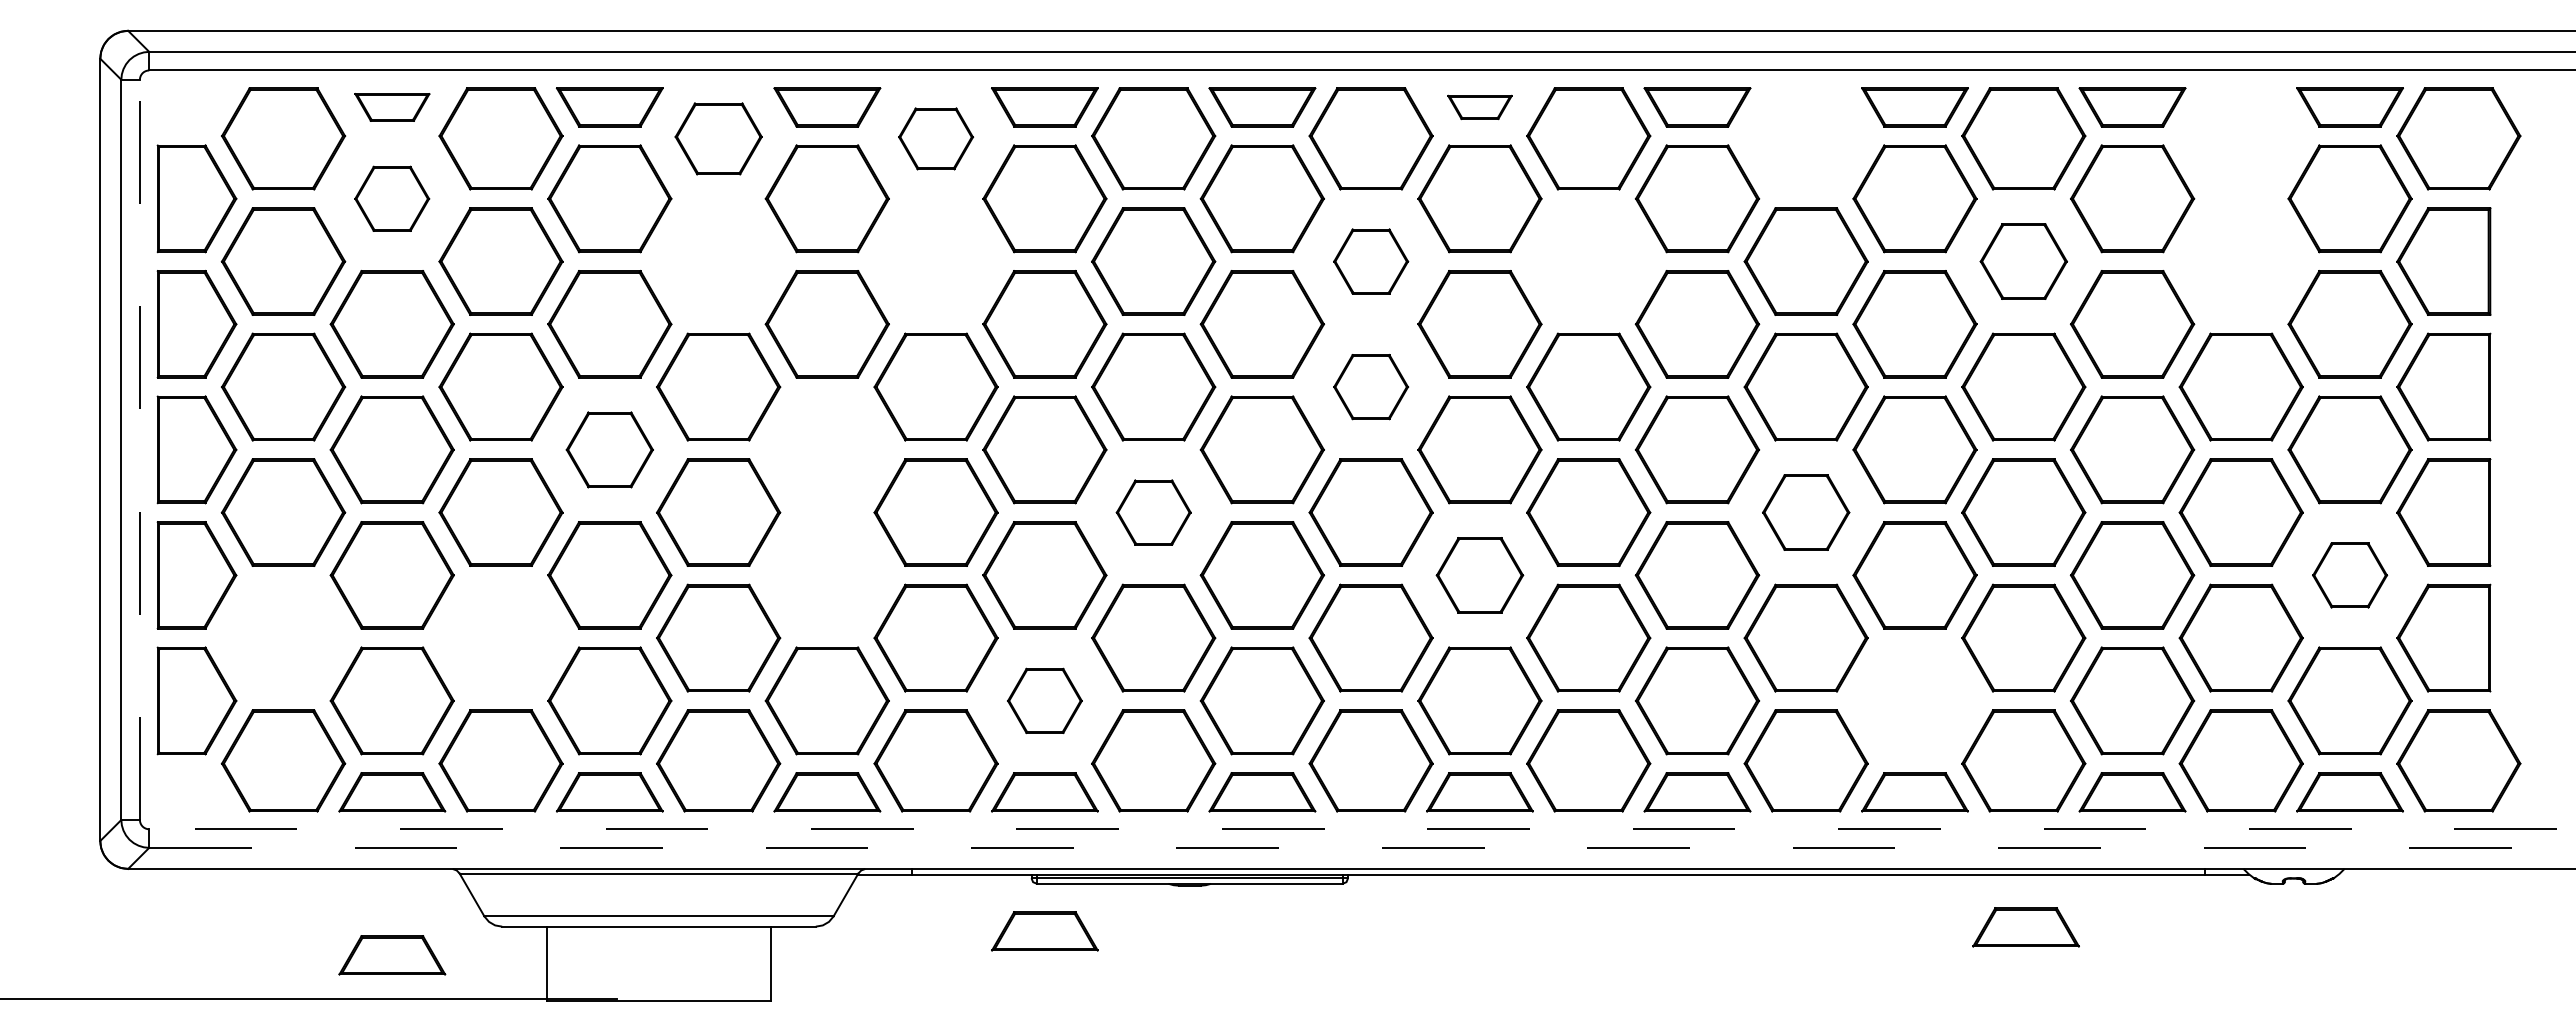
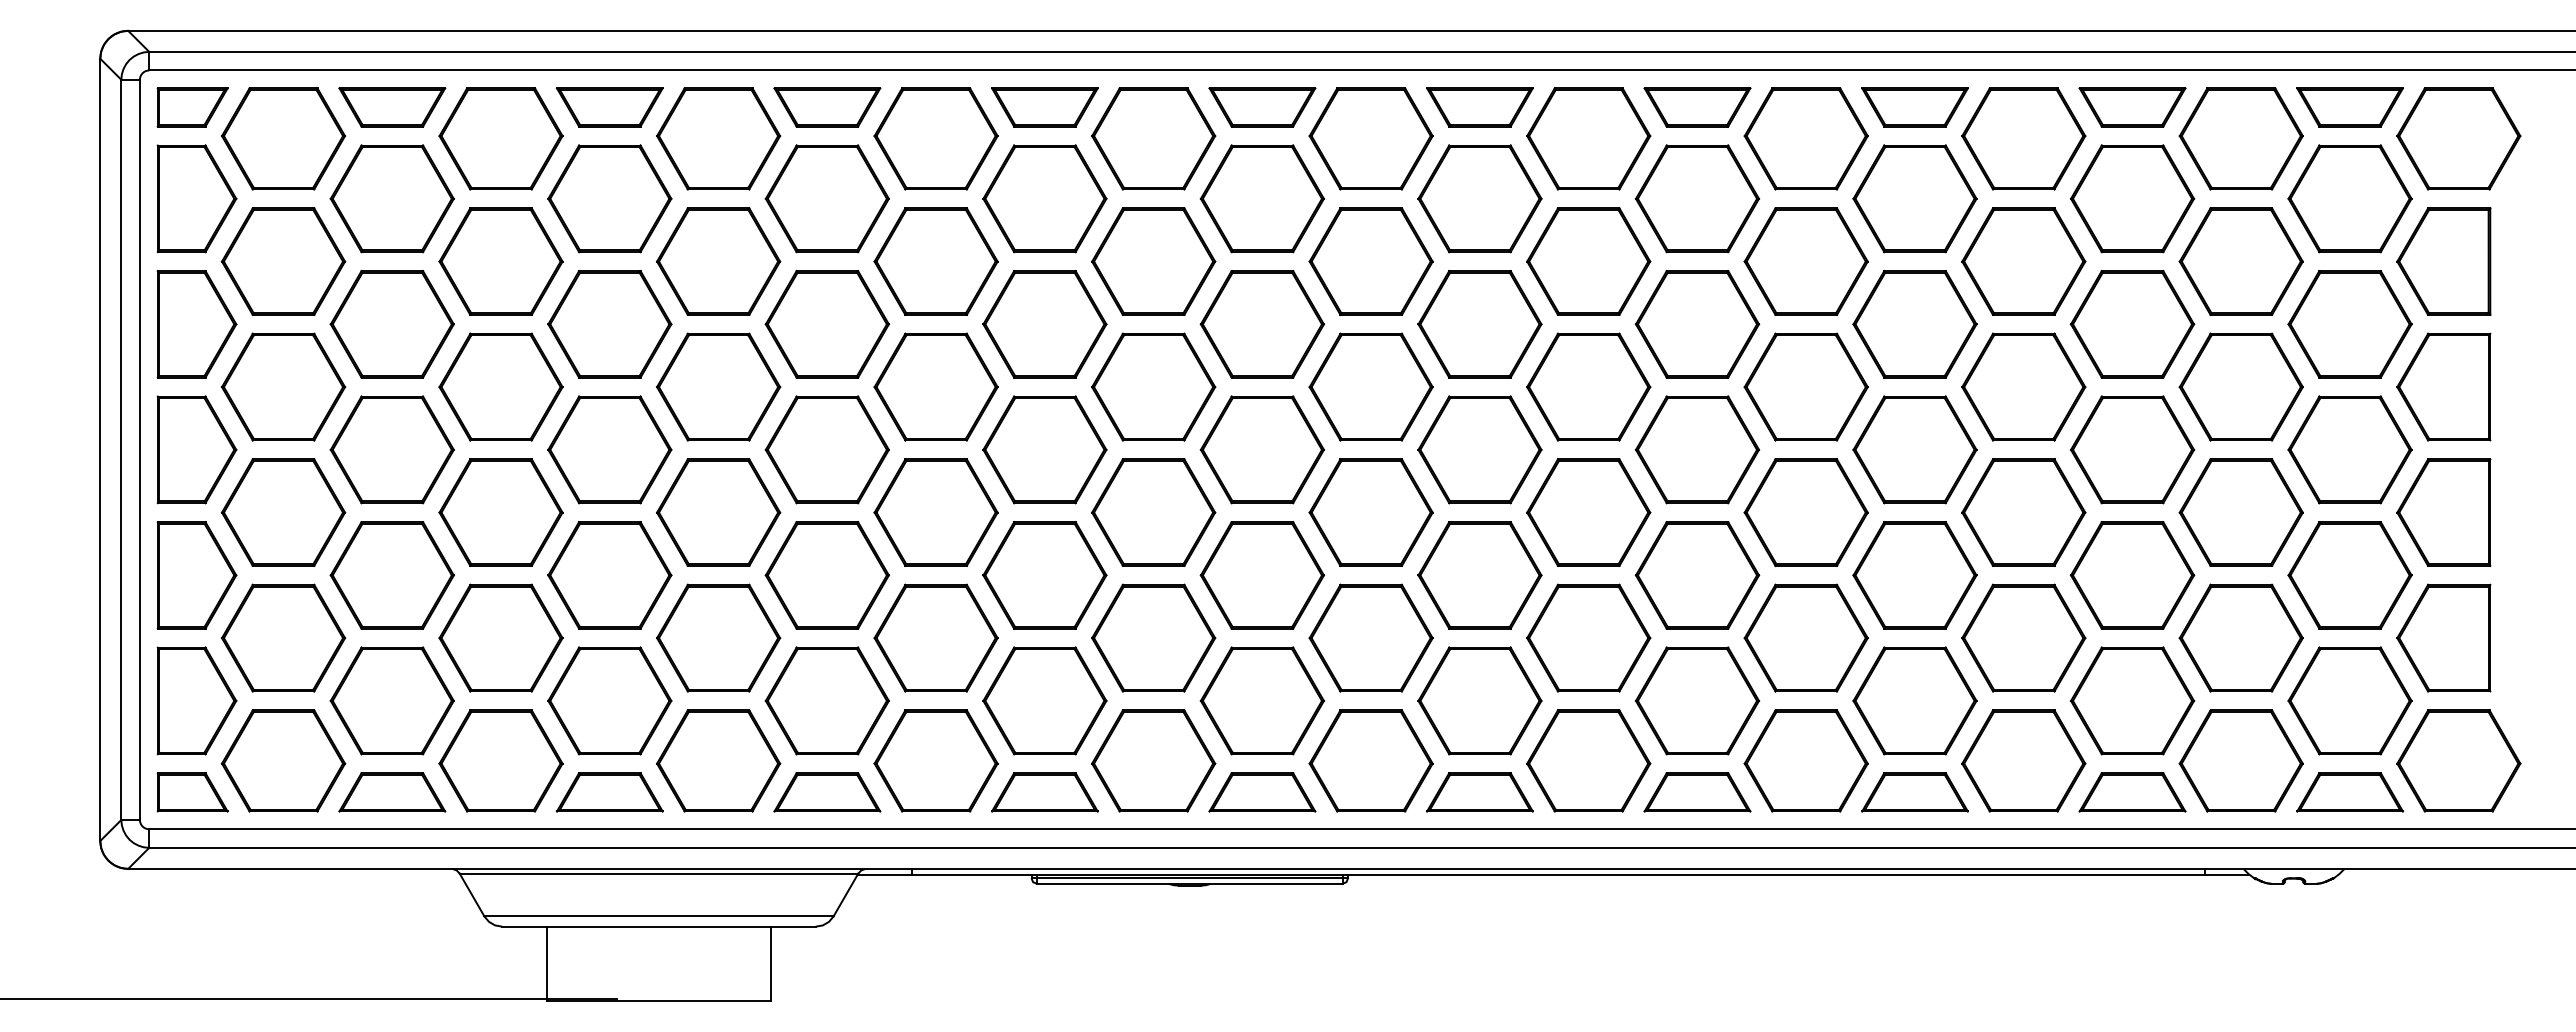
part at (192, 107): none -> present
part at (392, 107) size: 77x29 px -> 109x41 px
part at (1479, 107) size: 66x27 px -> 108x41 px
part at (718, 138) size: 89x74 px -> 126x104 px
part at (936, 138) size: 77x64 px -> 126x104 px
part at (1805, 138): none -> present
part at (2240, 138): none -> present
part at (392, 198) size: 77x67 px -> 126x110 px
part at (718, 261): none -> present
part at (935, 261): none -> present
part at (1371, 261) size: 77x67 px -> 126x109 px
part at (1588, 261): none -> present
part at (2023, 261) size: 89x77 px -> 126x109 px
part at (2240, 261): none -> present
part at (1371, 387) size: 77x67 px -> 126x110 px
line at (139, 449): dashed -> solid
part at (609, 449) size: 89x78 px -> 126x110 px
part at (826, 449): none -> present
part at (1153, 512) size: 77x67 px -> 126x109 px
part at (1806, 512) size: 89x77 px -> 126x109 px
part at (826, 575): none -> present
part at (1479, 575) size: 90x77 px -> 126x109 px
part at (2350, 575) size: 77x67 px -> 126x109 px
part at (283, 637): none -> present
part at (500, 637): none -> present
part at (1044, 700) size: 76x67 px -> 126x110 px
part at (1914, 700): none -> present
part at (192, 792): none -> present
line at (1362, 829): dashed -> solid
line at (1363, 847): dashed -> solid
part at (2025, 927): present -> none
part at (1044, 931): present -> none
part at (392, 955): present -> none
